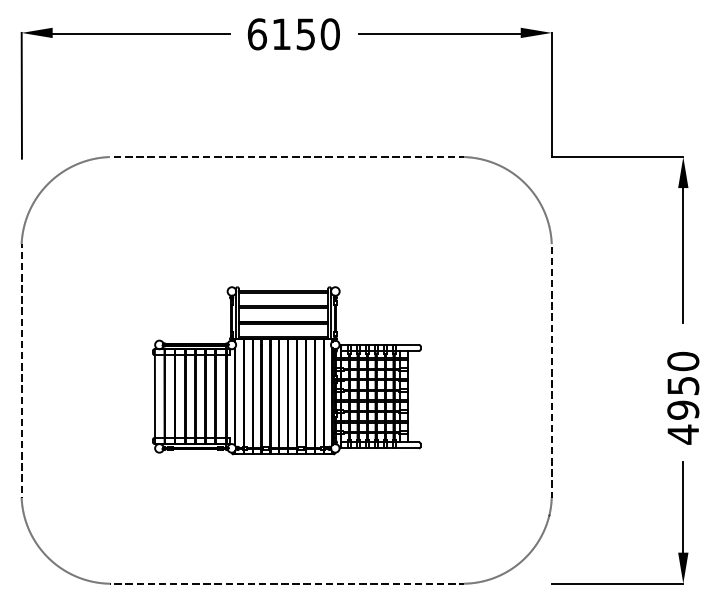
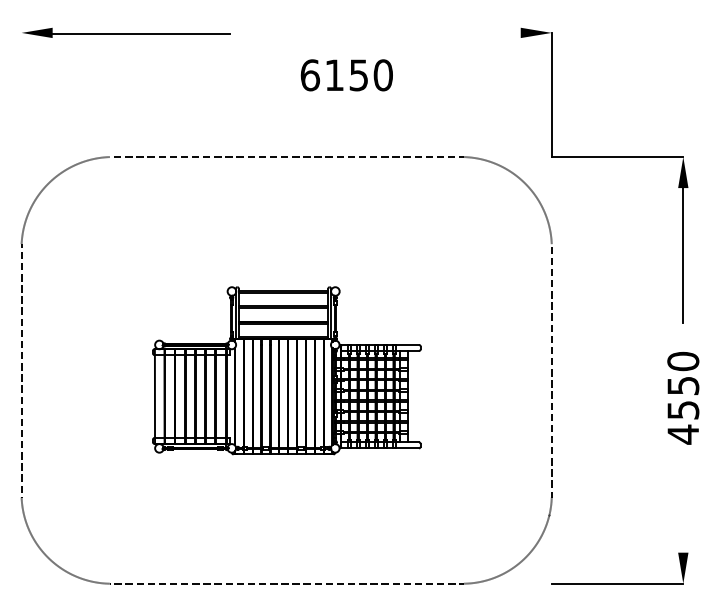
text at (293, 34) position: (293, 34) -> (346, 75)
line at (439, 34): present -> none
line at (21, 95): present -> none
text at (683, 409): 4950 -> 4550
line at (683, 507): present -> none
